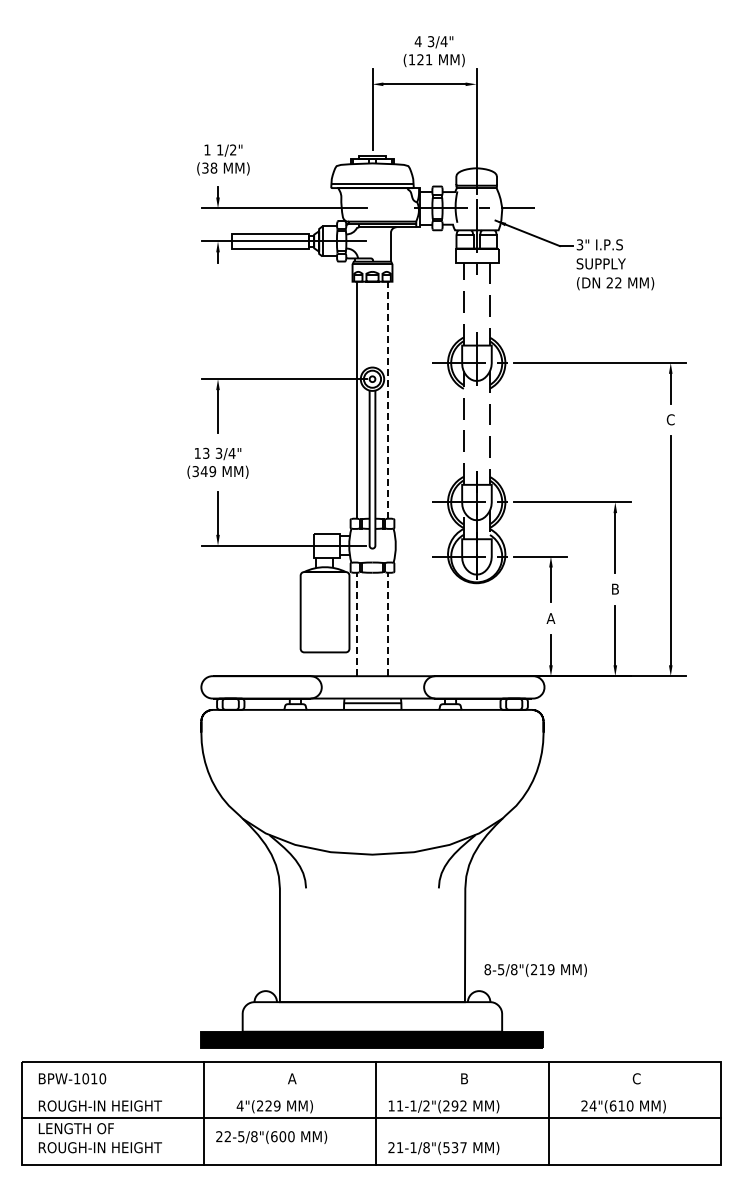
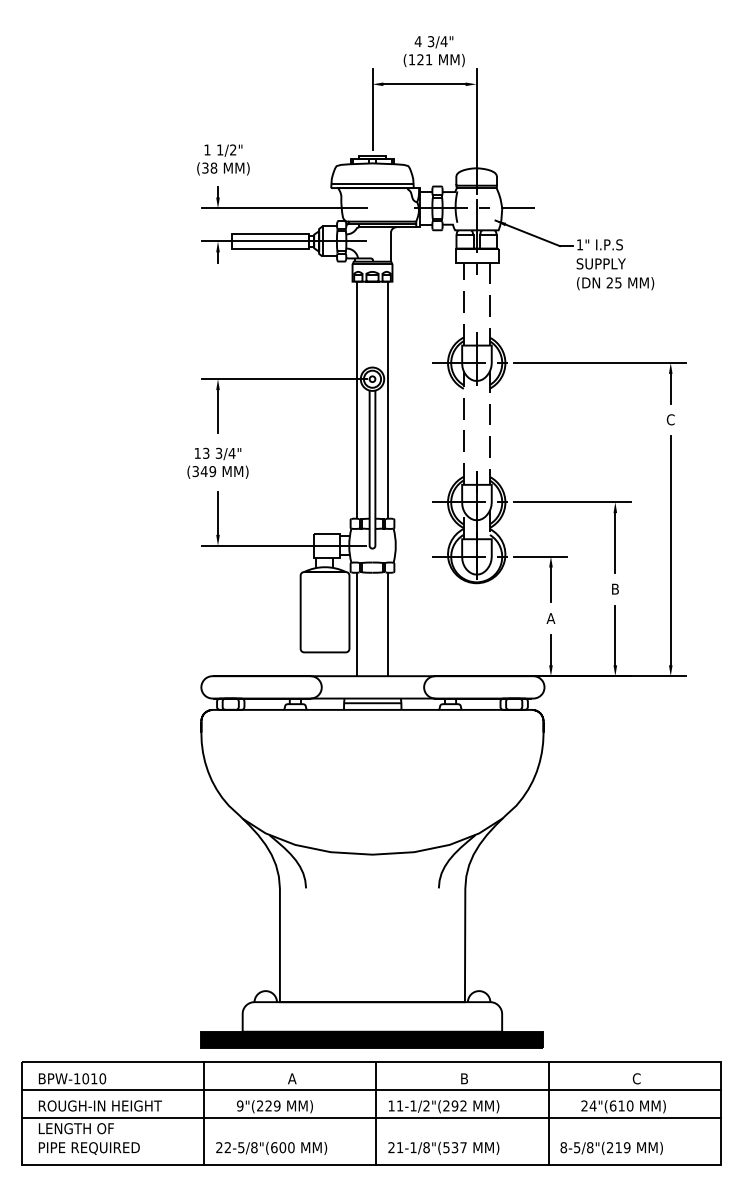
text at (579, 244): 3" -> 1"
text at (618, 282): 22 -> 25
line at (387, 400): dashed -> solid
line at (357, 624): dashed -> solid
line at (387, 624): dashed -> solid
text at (535, 969) position: (535, 969) -> (611, 1147)
line at (371, 1089): none -> present
text at (239, 1105): 4"(229 -> 9"(229
text at (271, 1136) position: (271, 1136) -> (271, 1147)
text at (100, 1148): ROUGH-IN HEIGHT -> PIPE REQUIRED
